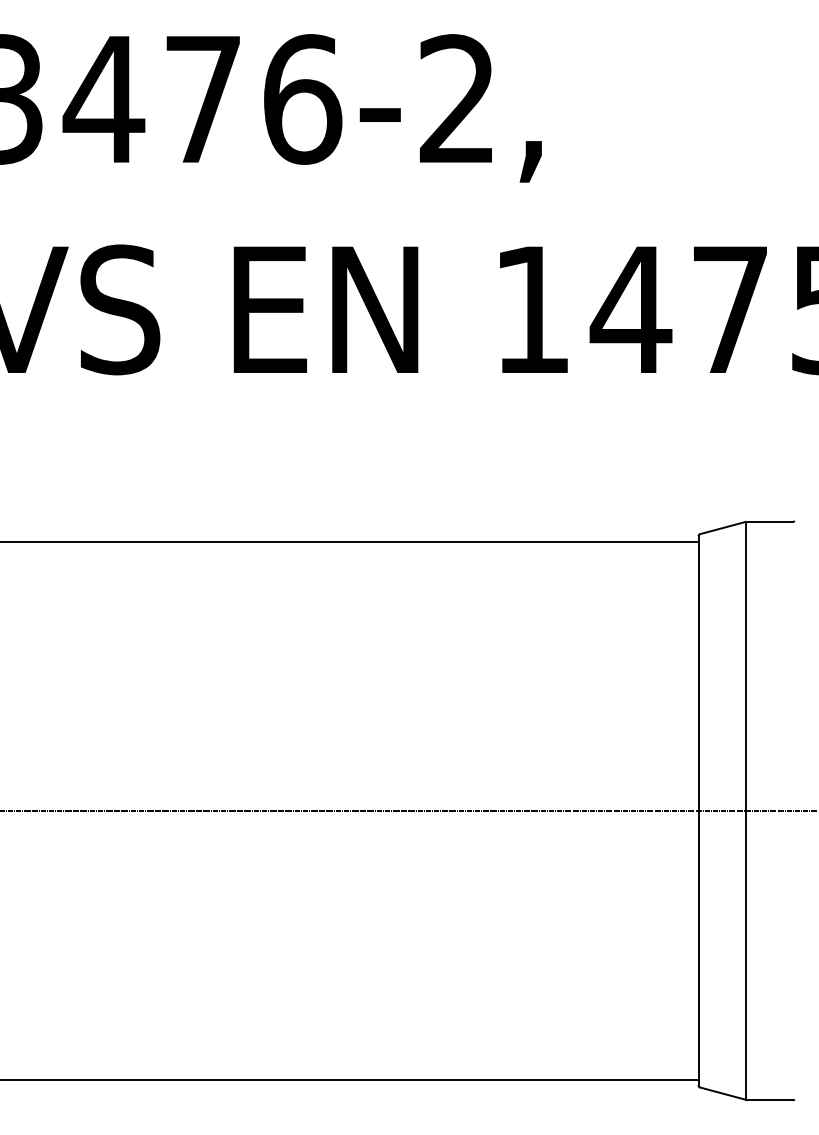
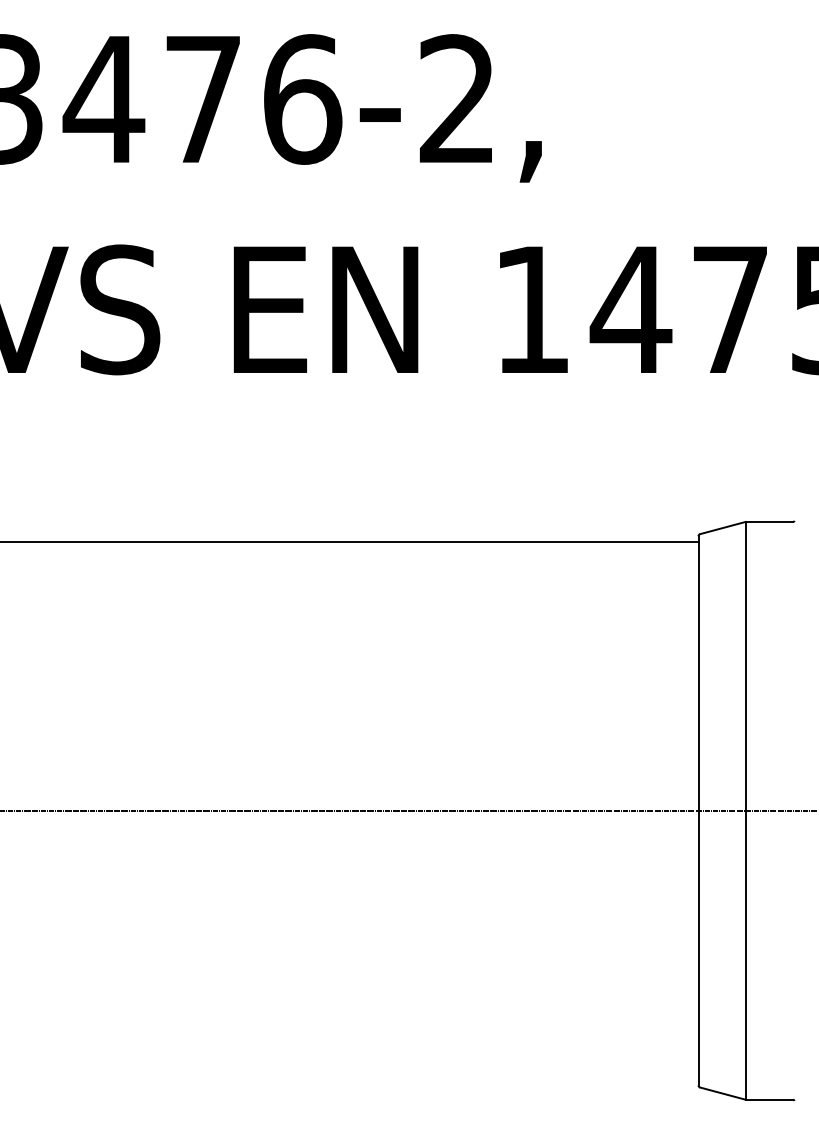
line at (350, 1080): present -> none
